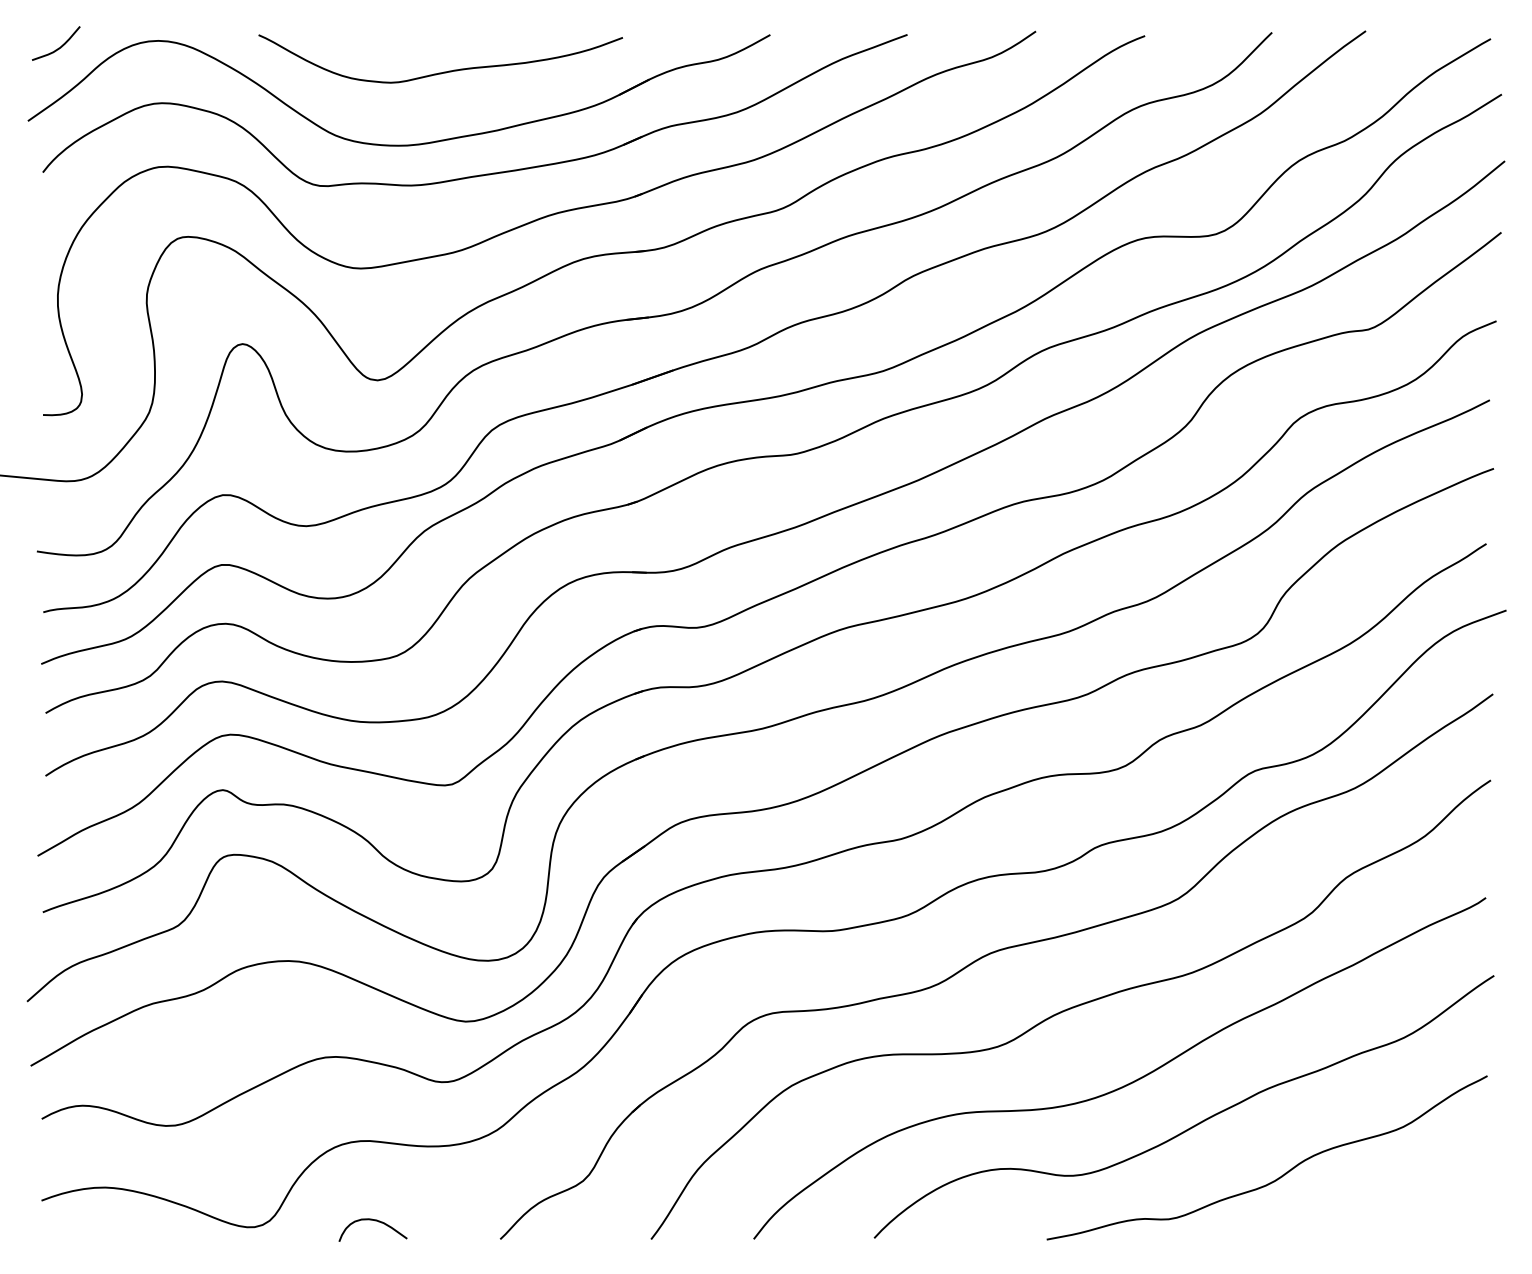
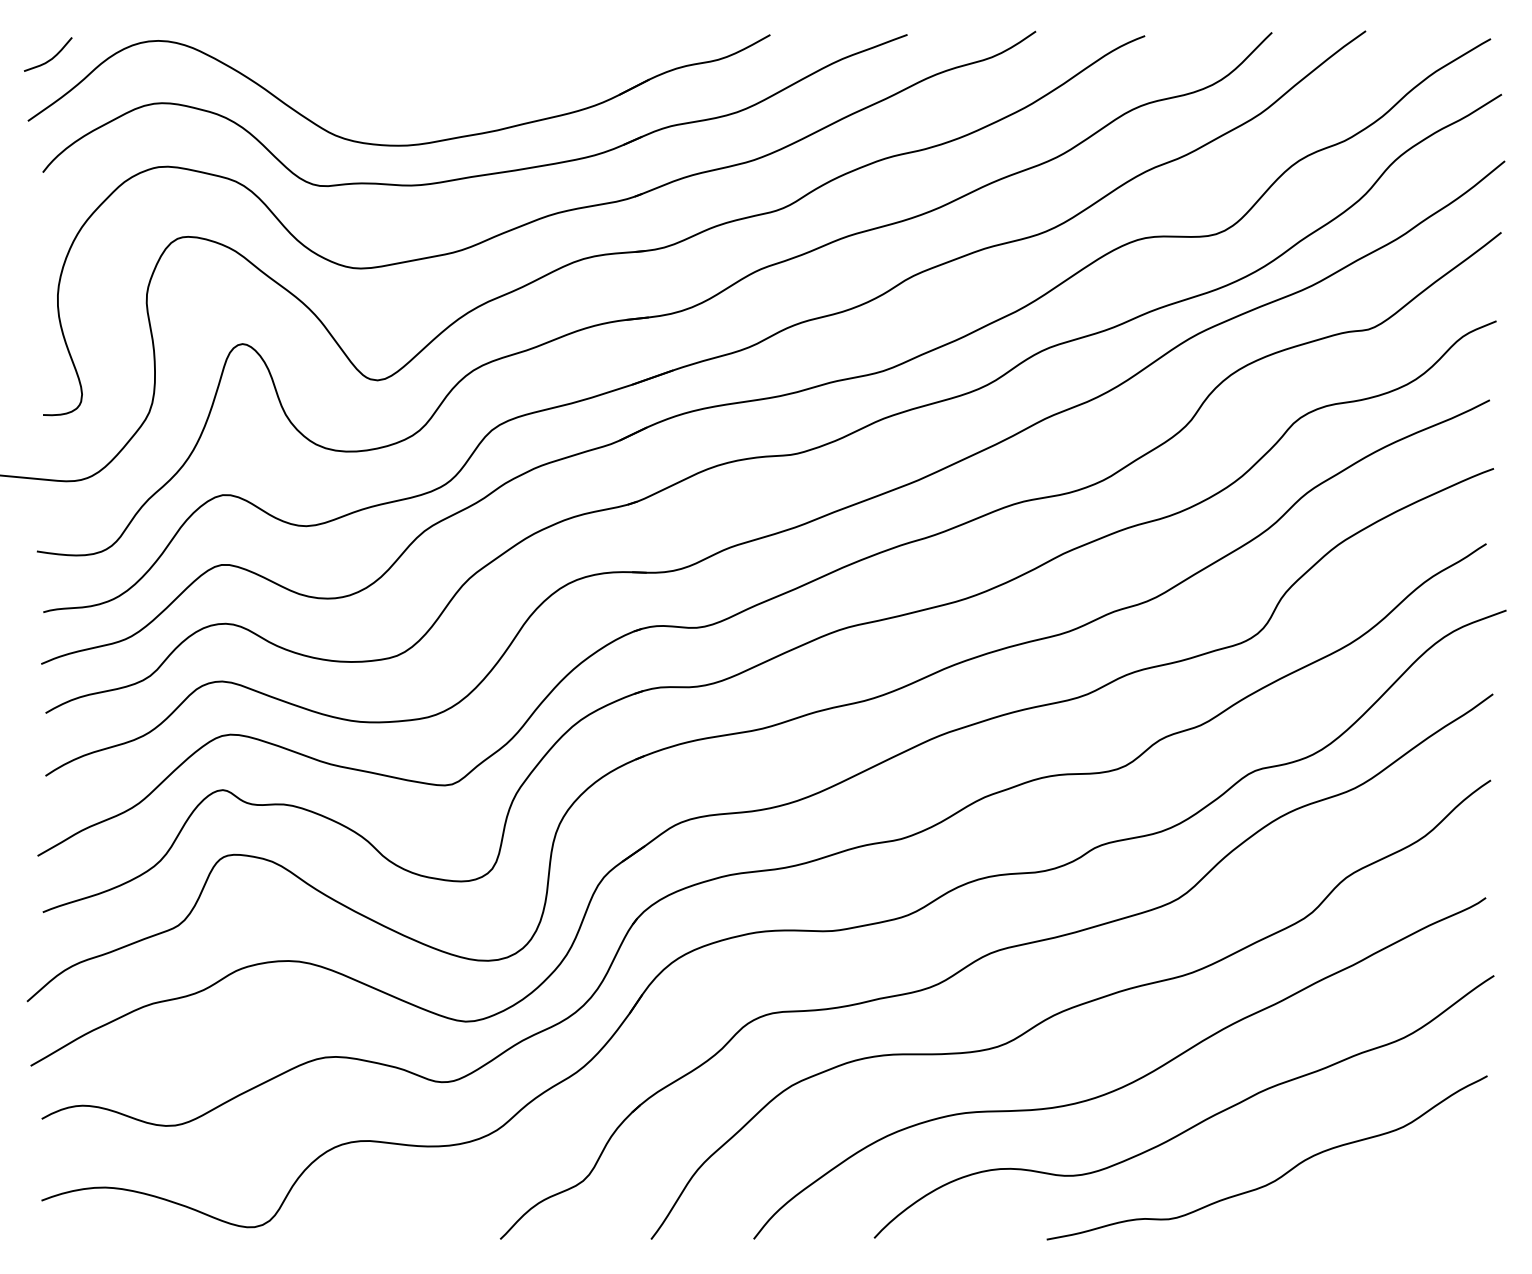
curve at (58, 47) position: (58, 47) -> (50, 58)
curve at (443, 71): present -> none
curve at (375, 1221): present -> none
